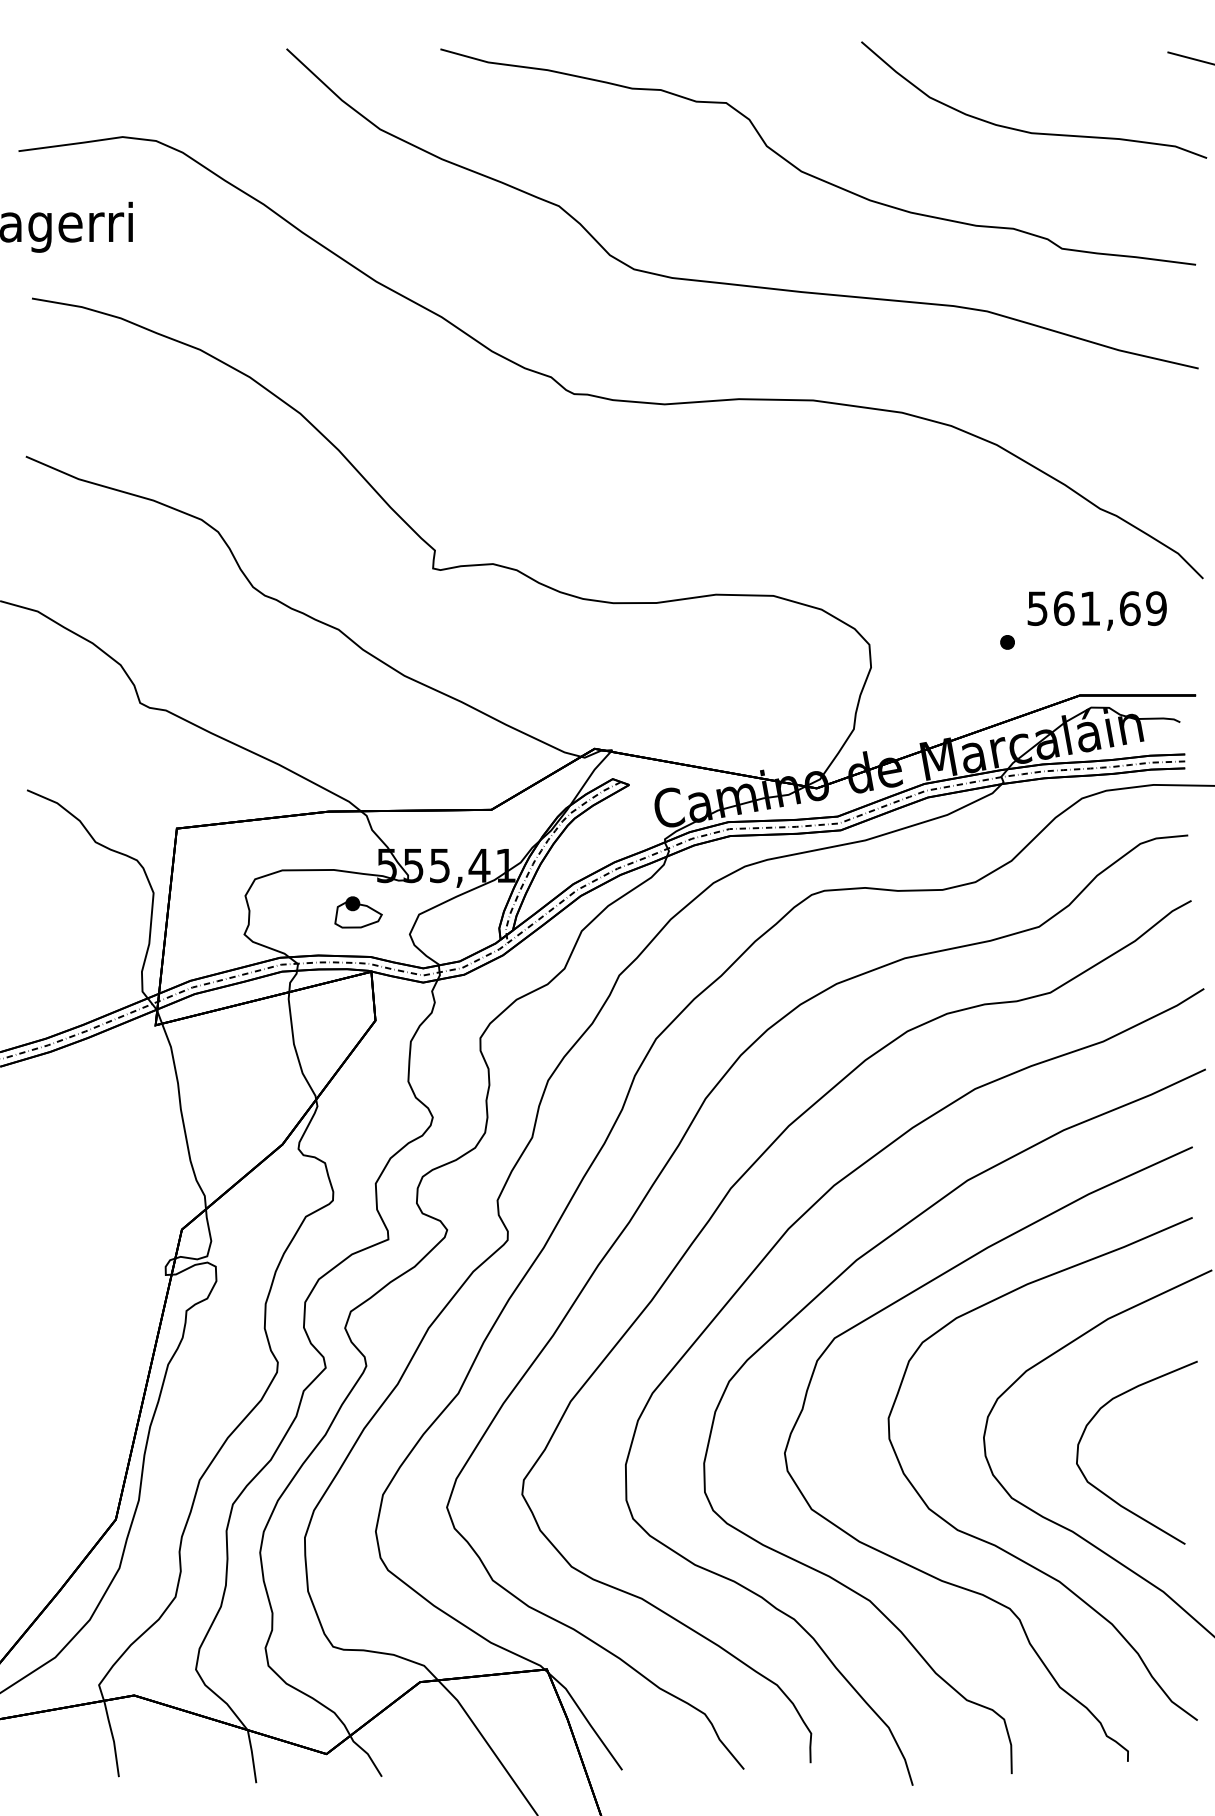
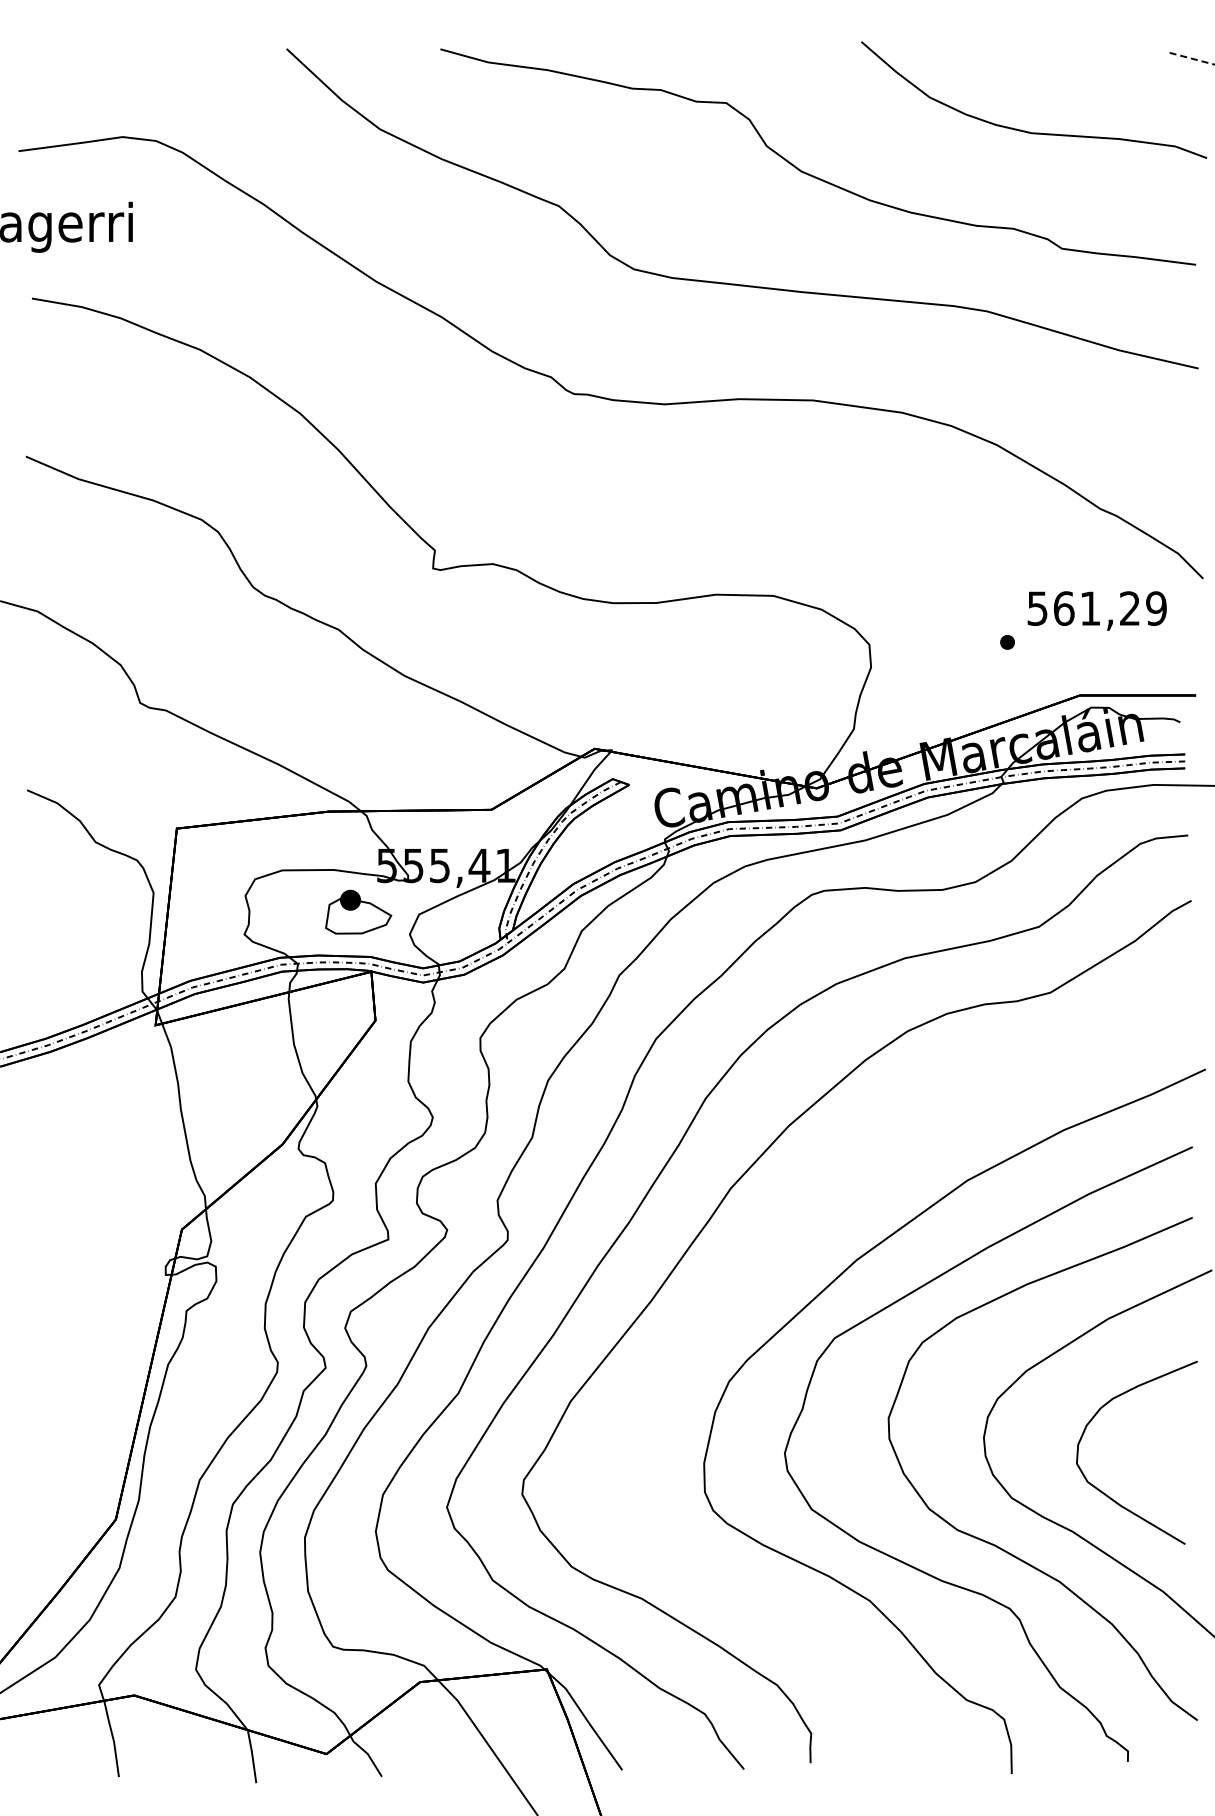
line at (1190, 58): solid -> dashed
text at (1129, 608): 561,69 -> 561,29
part at (358, 912) size: 49x33 px -> 68x46 px
curve at (761, 1263): present -> none
